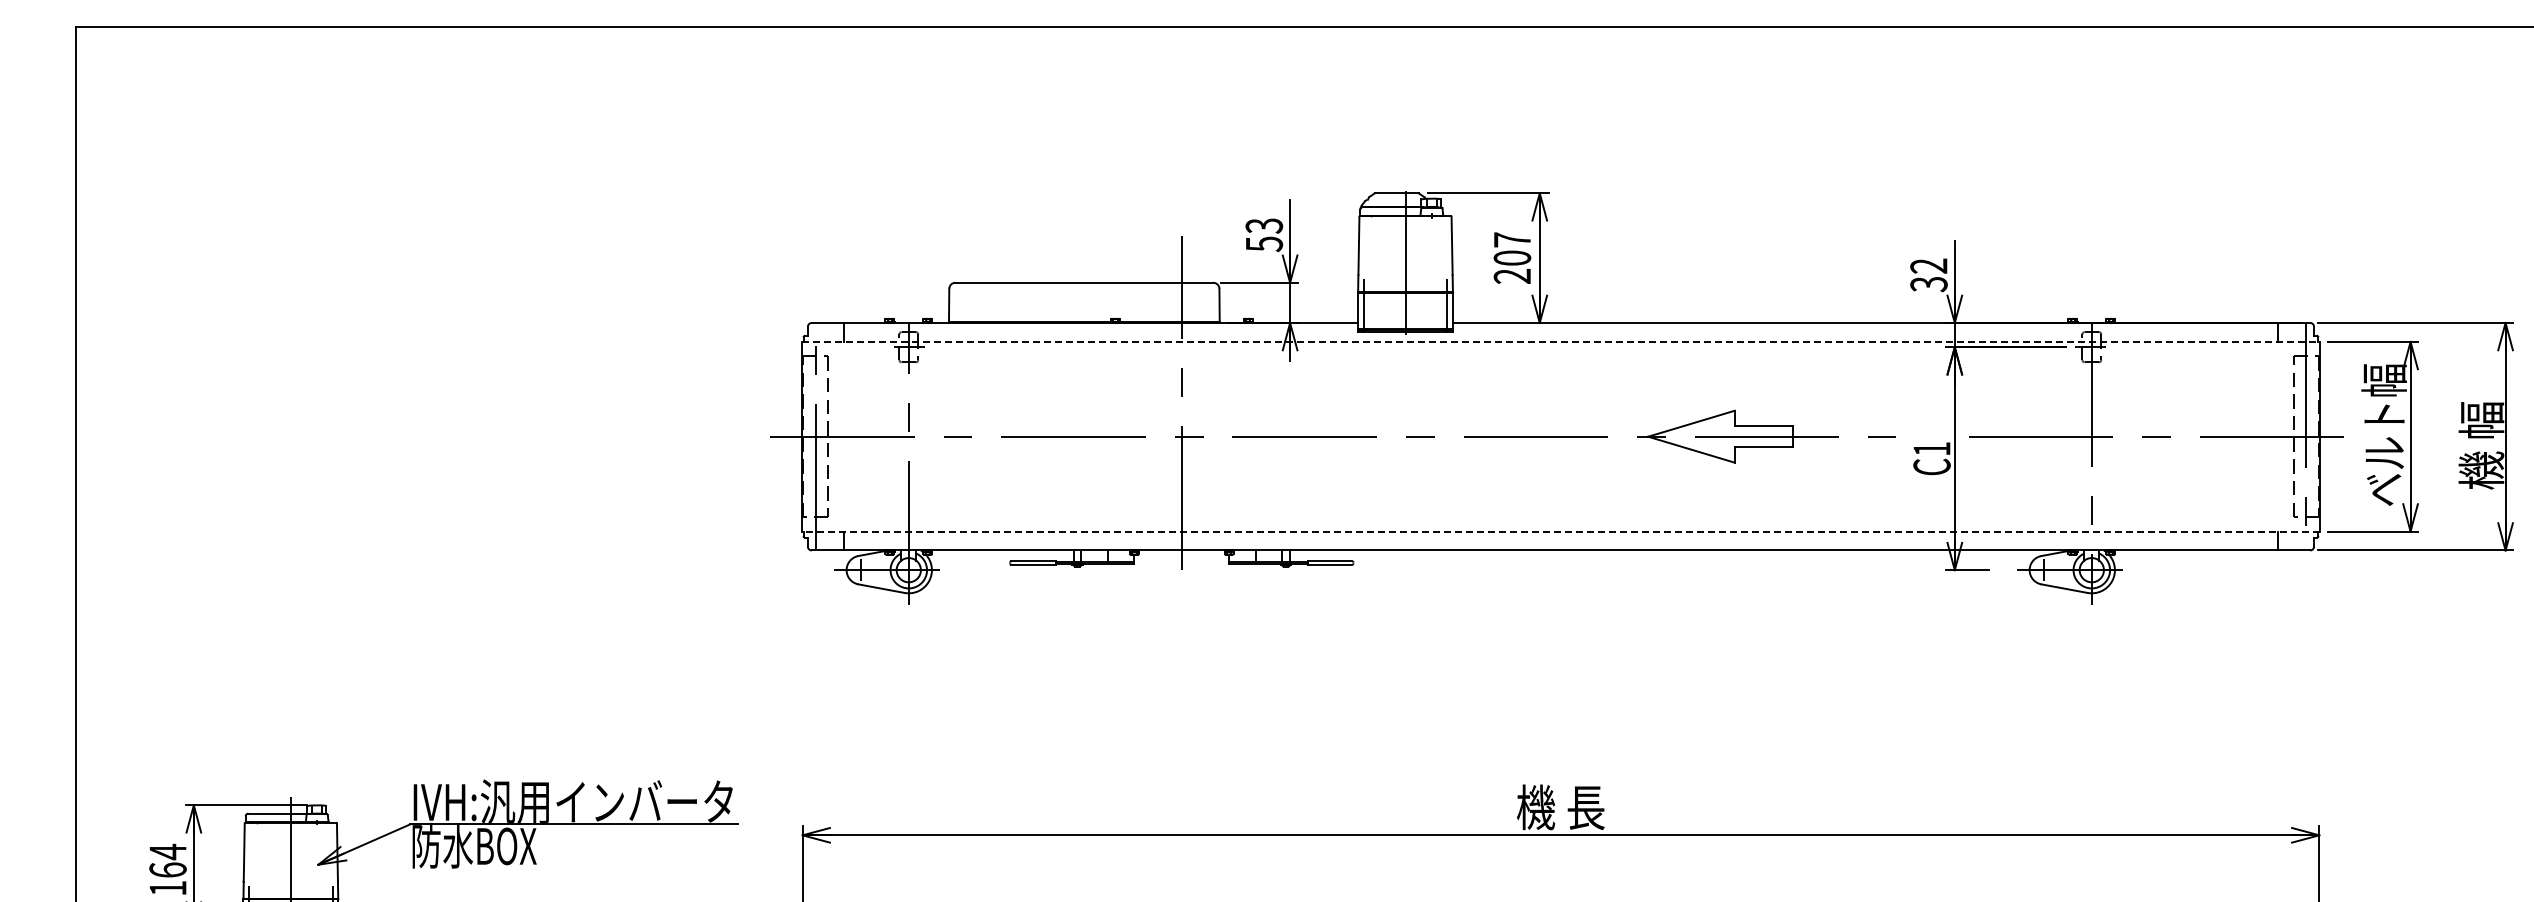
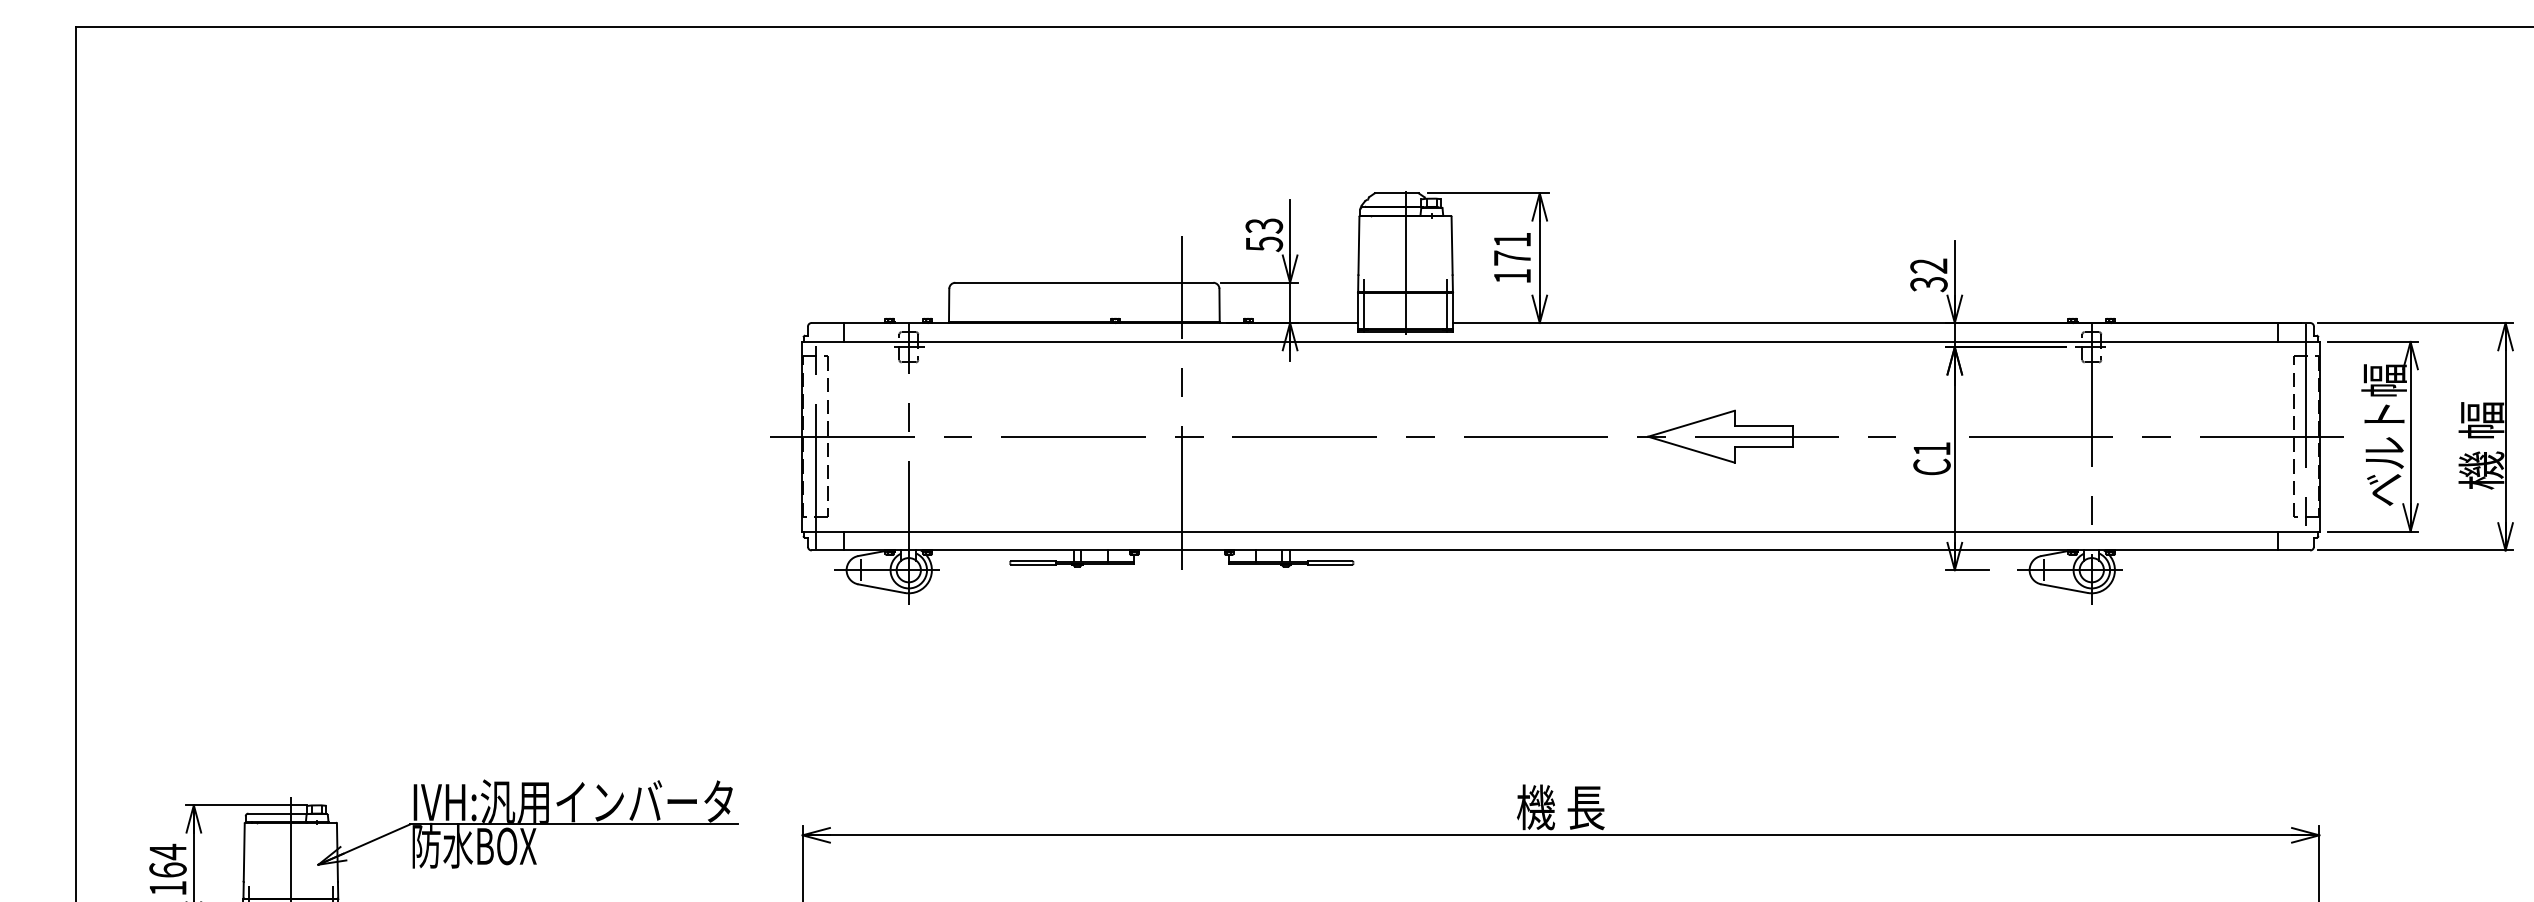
text at (1512, 257): 207 -> 171
line at (1560, 341): dashed -> solid
line at (1560, 531): dashed -> solid
